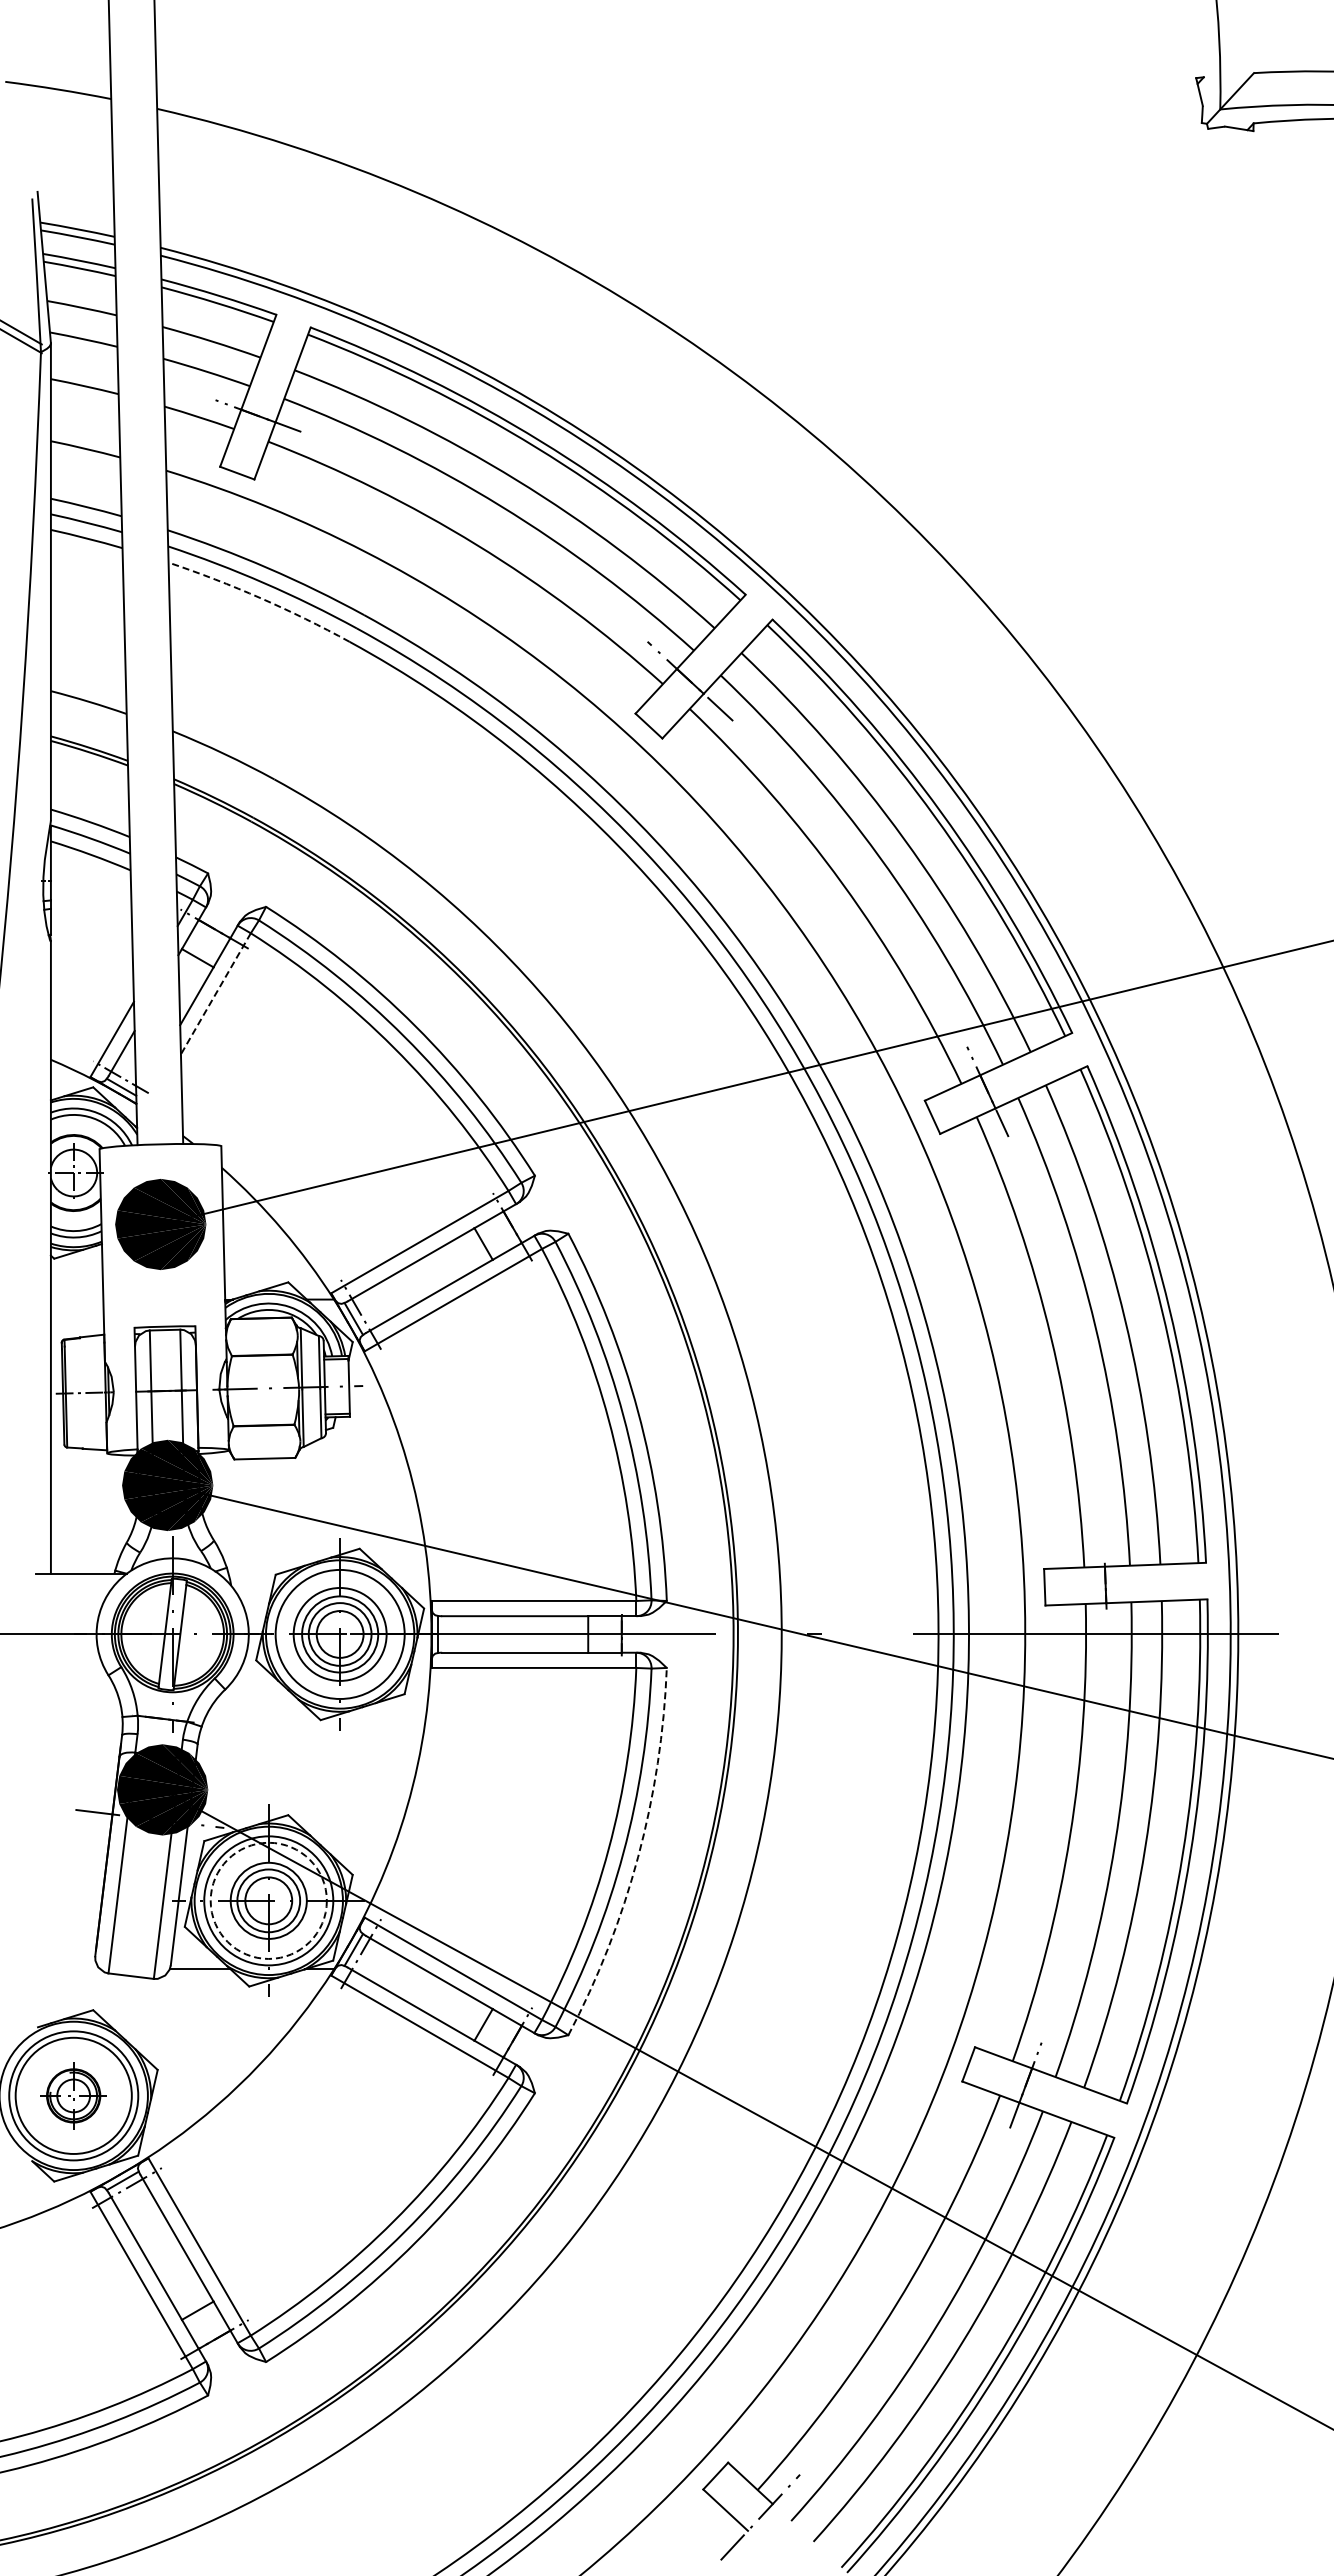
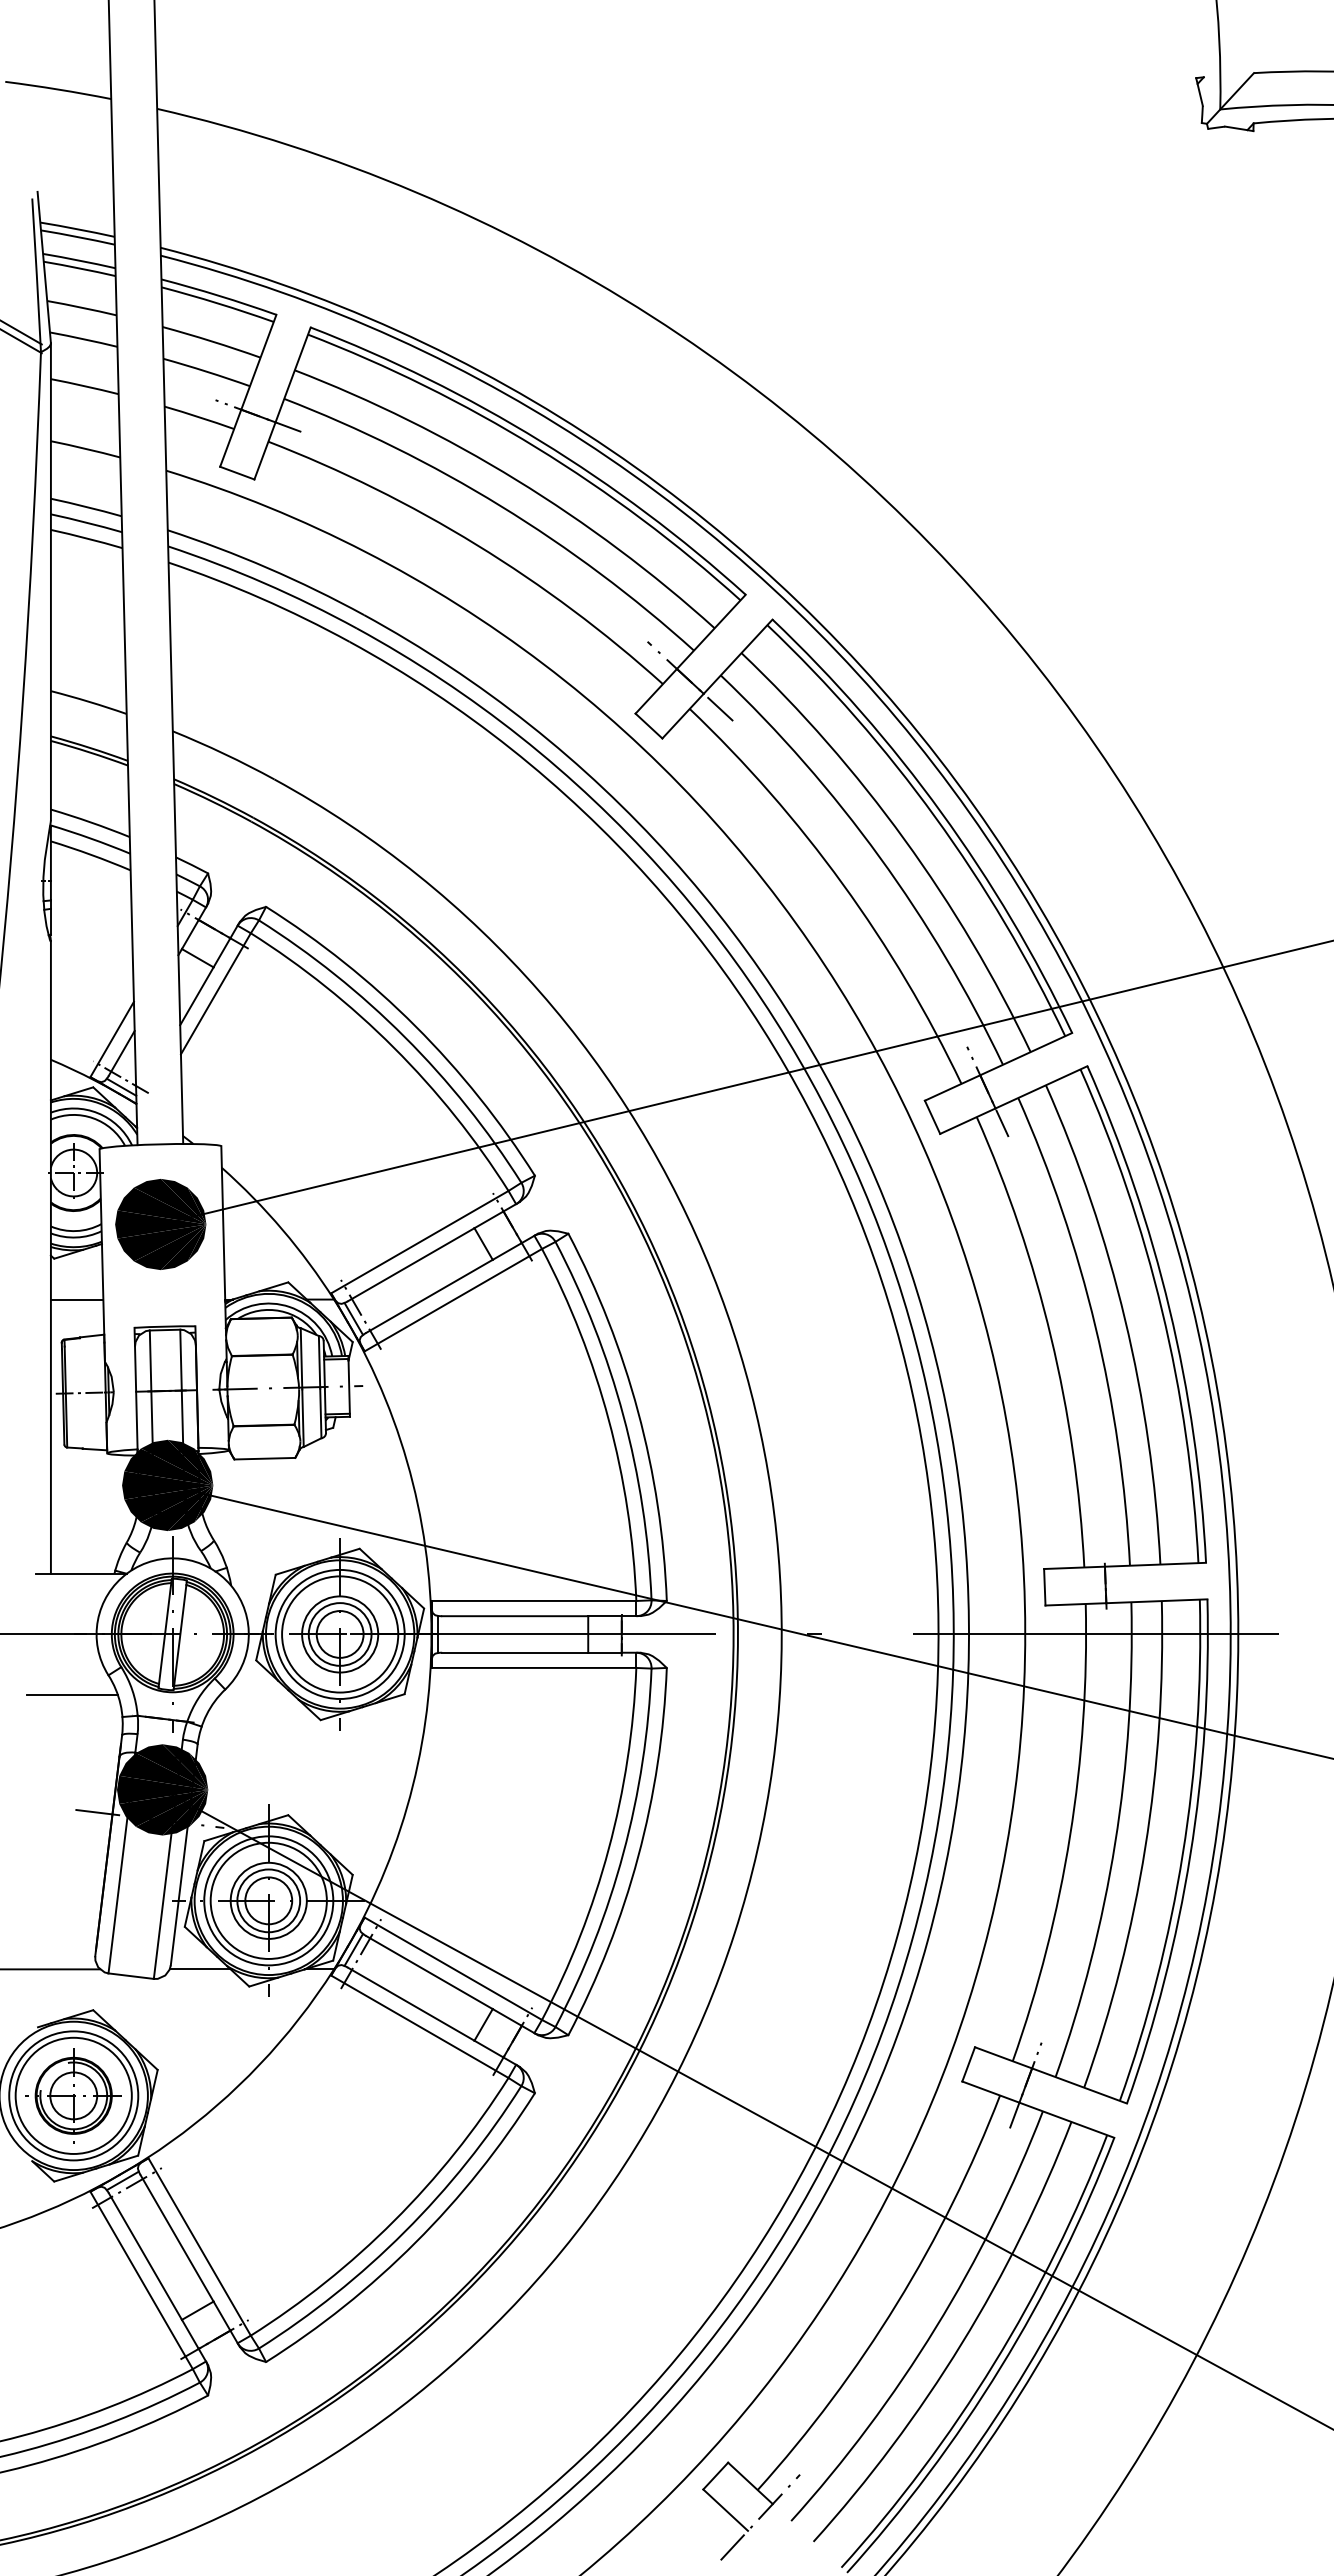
arc at (260, 598): dashed -> solid
line at (215, 993): dashed -> solid
line at (76, 1299): none -> present
circle at (339, 1633) diameter: 93 px -> 116 px
line at (72, 1695): none -> present
arc at (638, 1857): dashed -> solid
circle at (268, 1900): dashed -> solid
line at (50, 1969): none -> present
part at (73, 2095) size: 67x68 px -> 97x96 px
